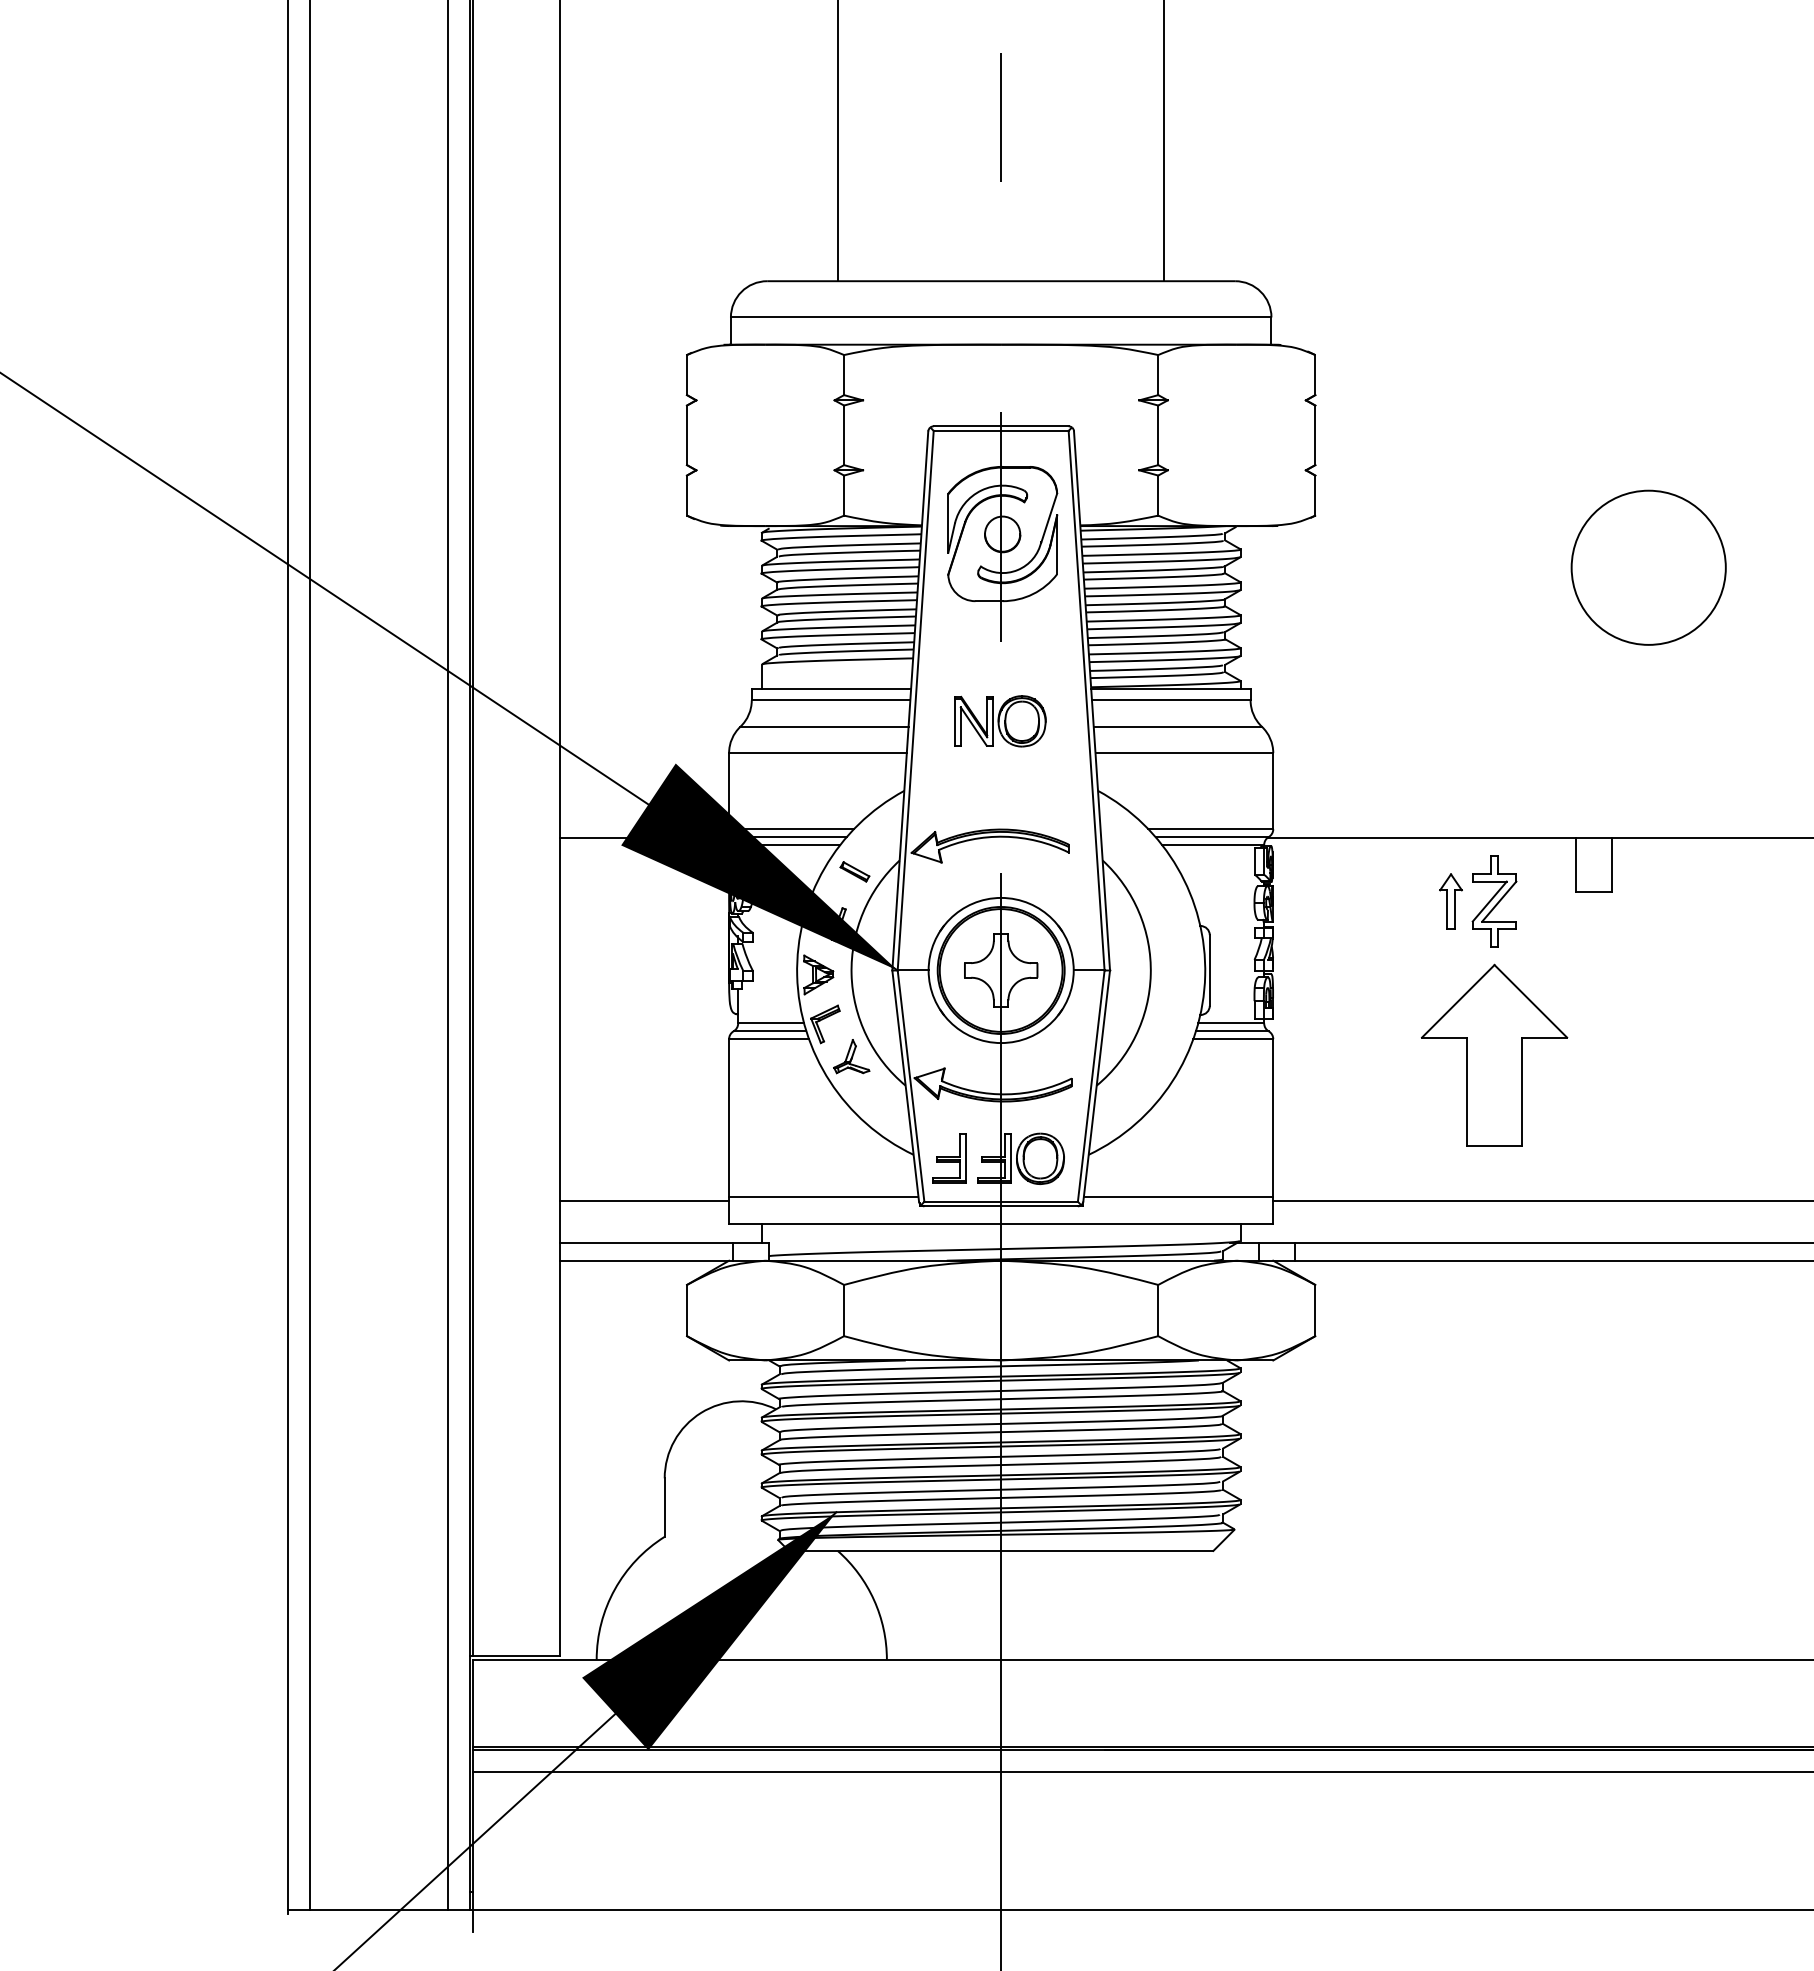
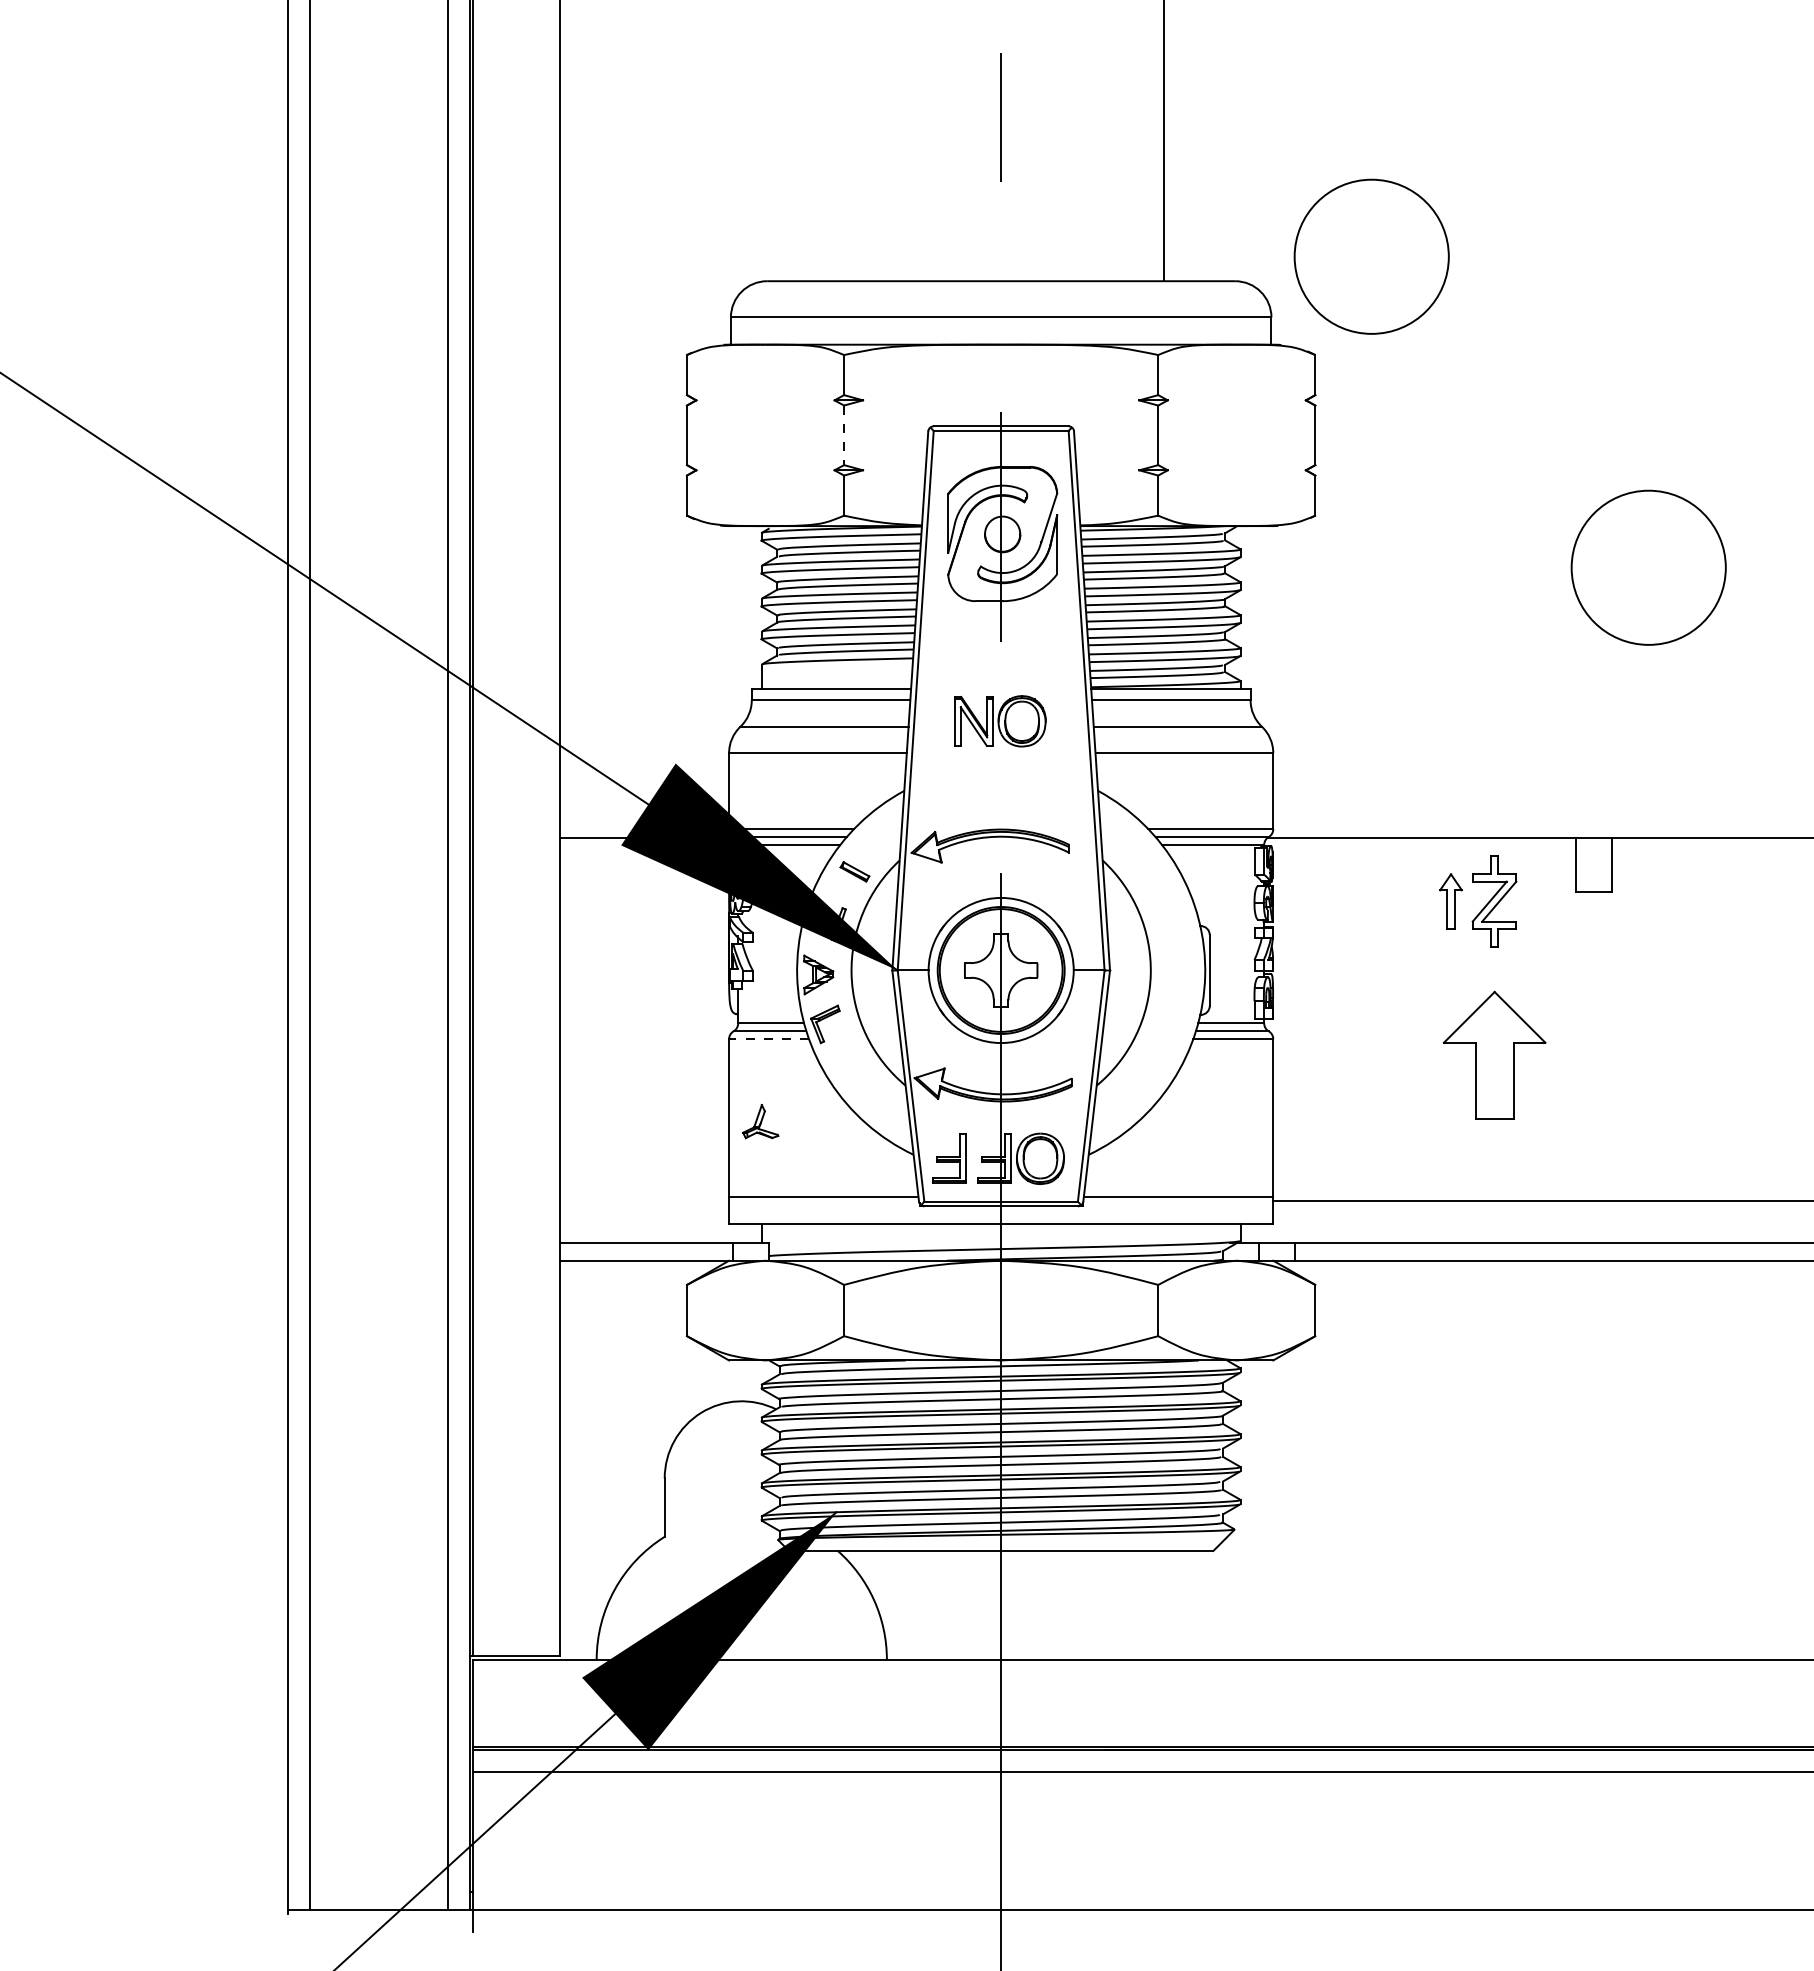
line at (837, 141): present -> none
circle at (1371, 256): none -> present
line at (844, 435): solid -> dashed
line at (769, 1039): solid -> dashed
part at (1494, 1054) size: 148x184 px -> 105x130 px
part at (851, 1056) position: (851, 1056) -> (760, 1121)
line at (644, 1200): present -> none
